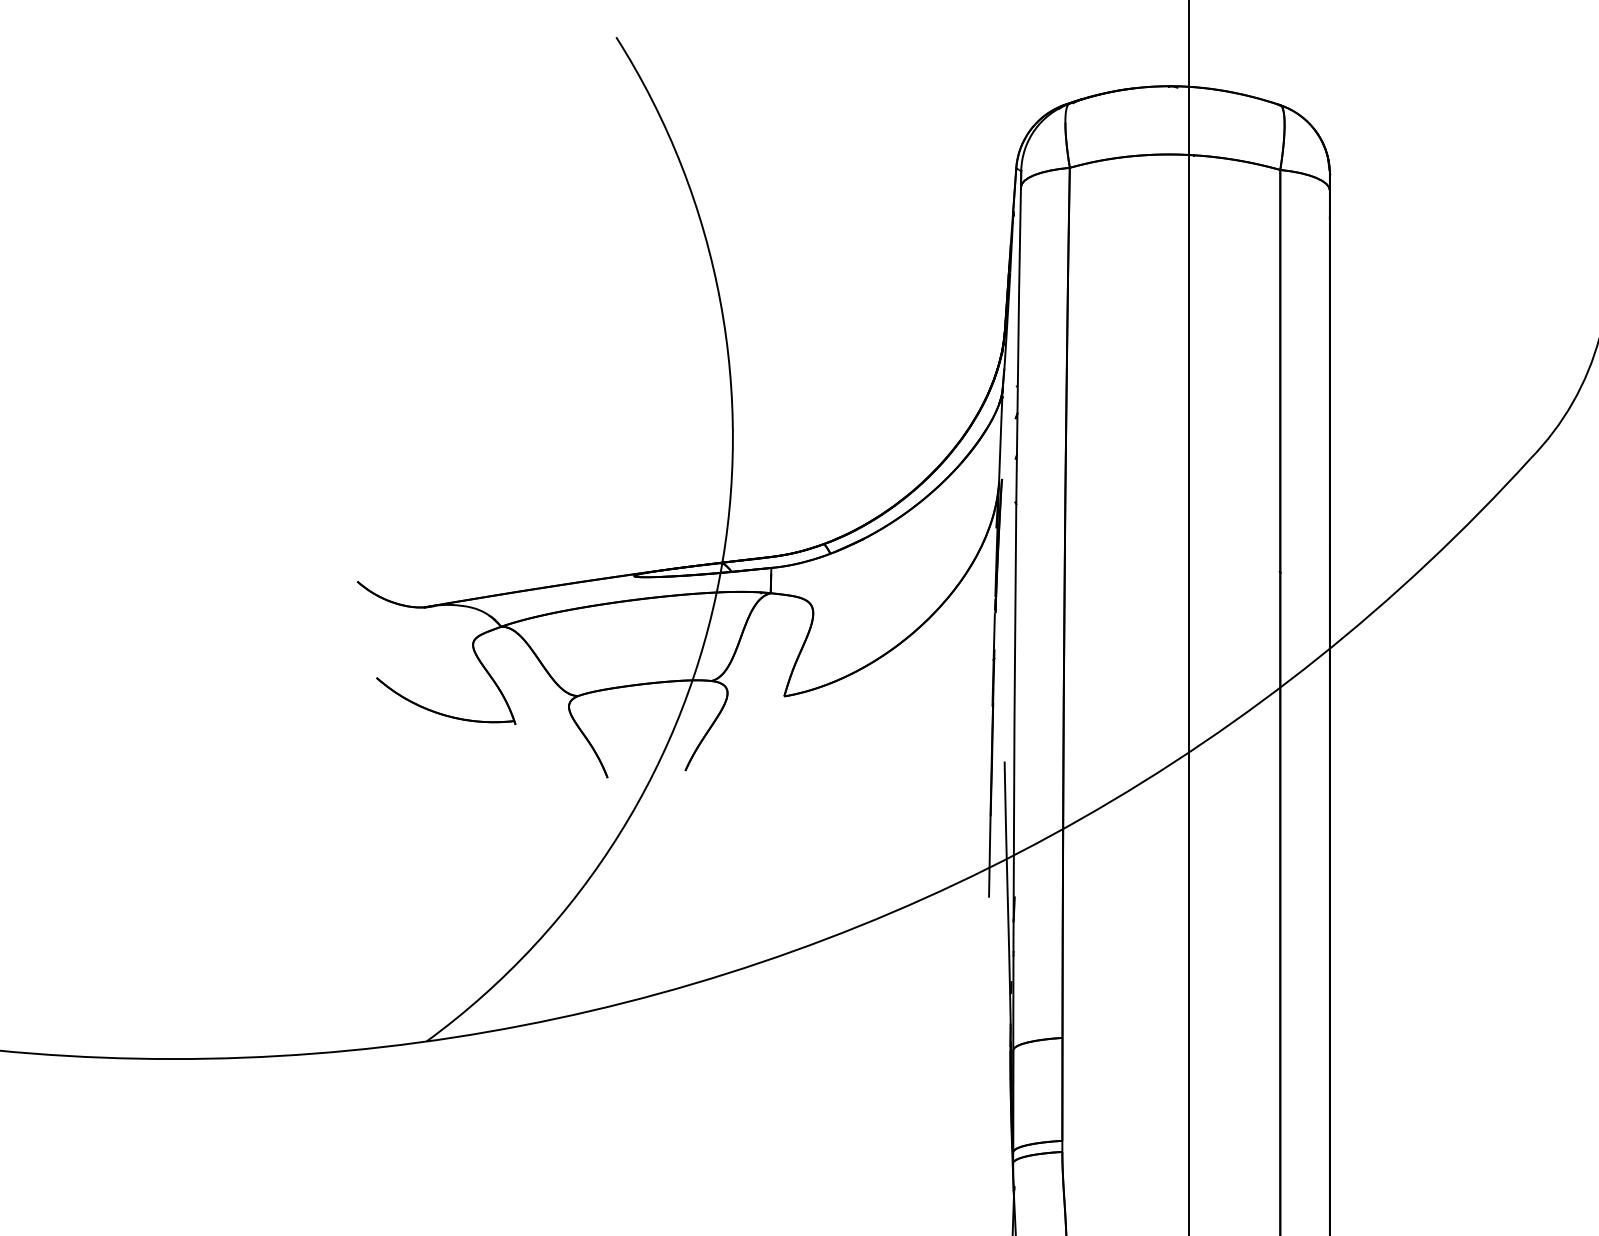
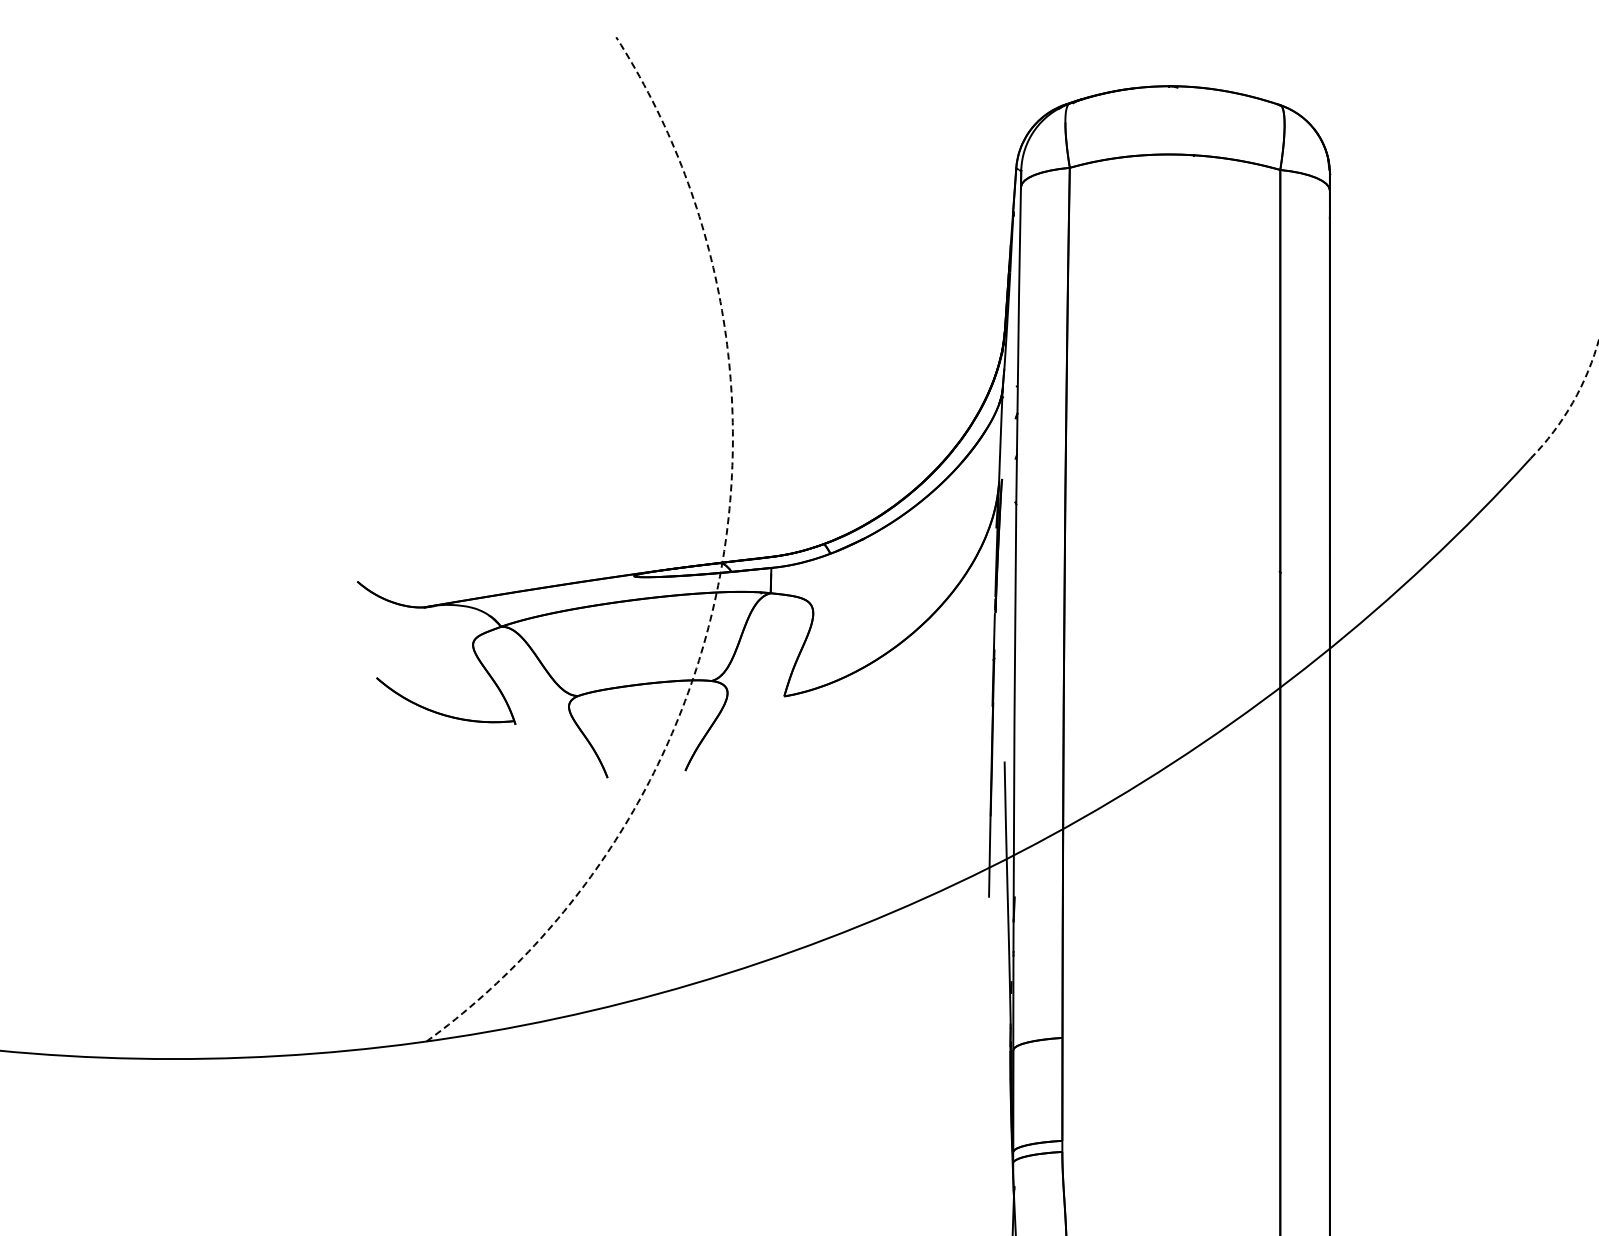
arc at (1572, 402): solid -> dashed
arc at (719, 576): solid -> dashed
line at (1189, 617): present -> none
